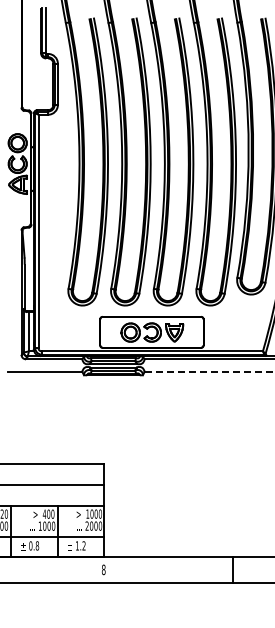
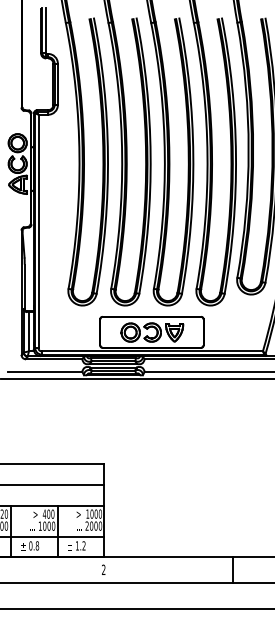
line at (209, 372): dashed -> solid
line at (136, 378): none -> present
text at (103, 569): 8 -> 2
line at (136, 609): none -> present
